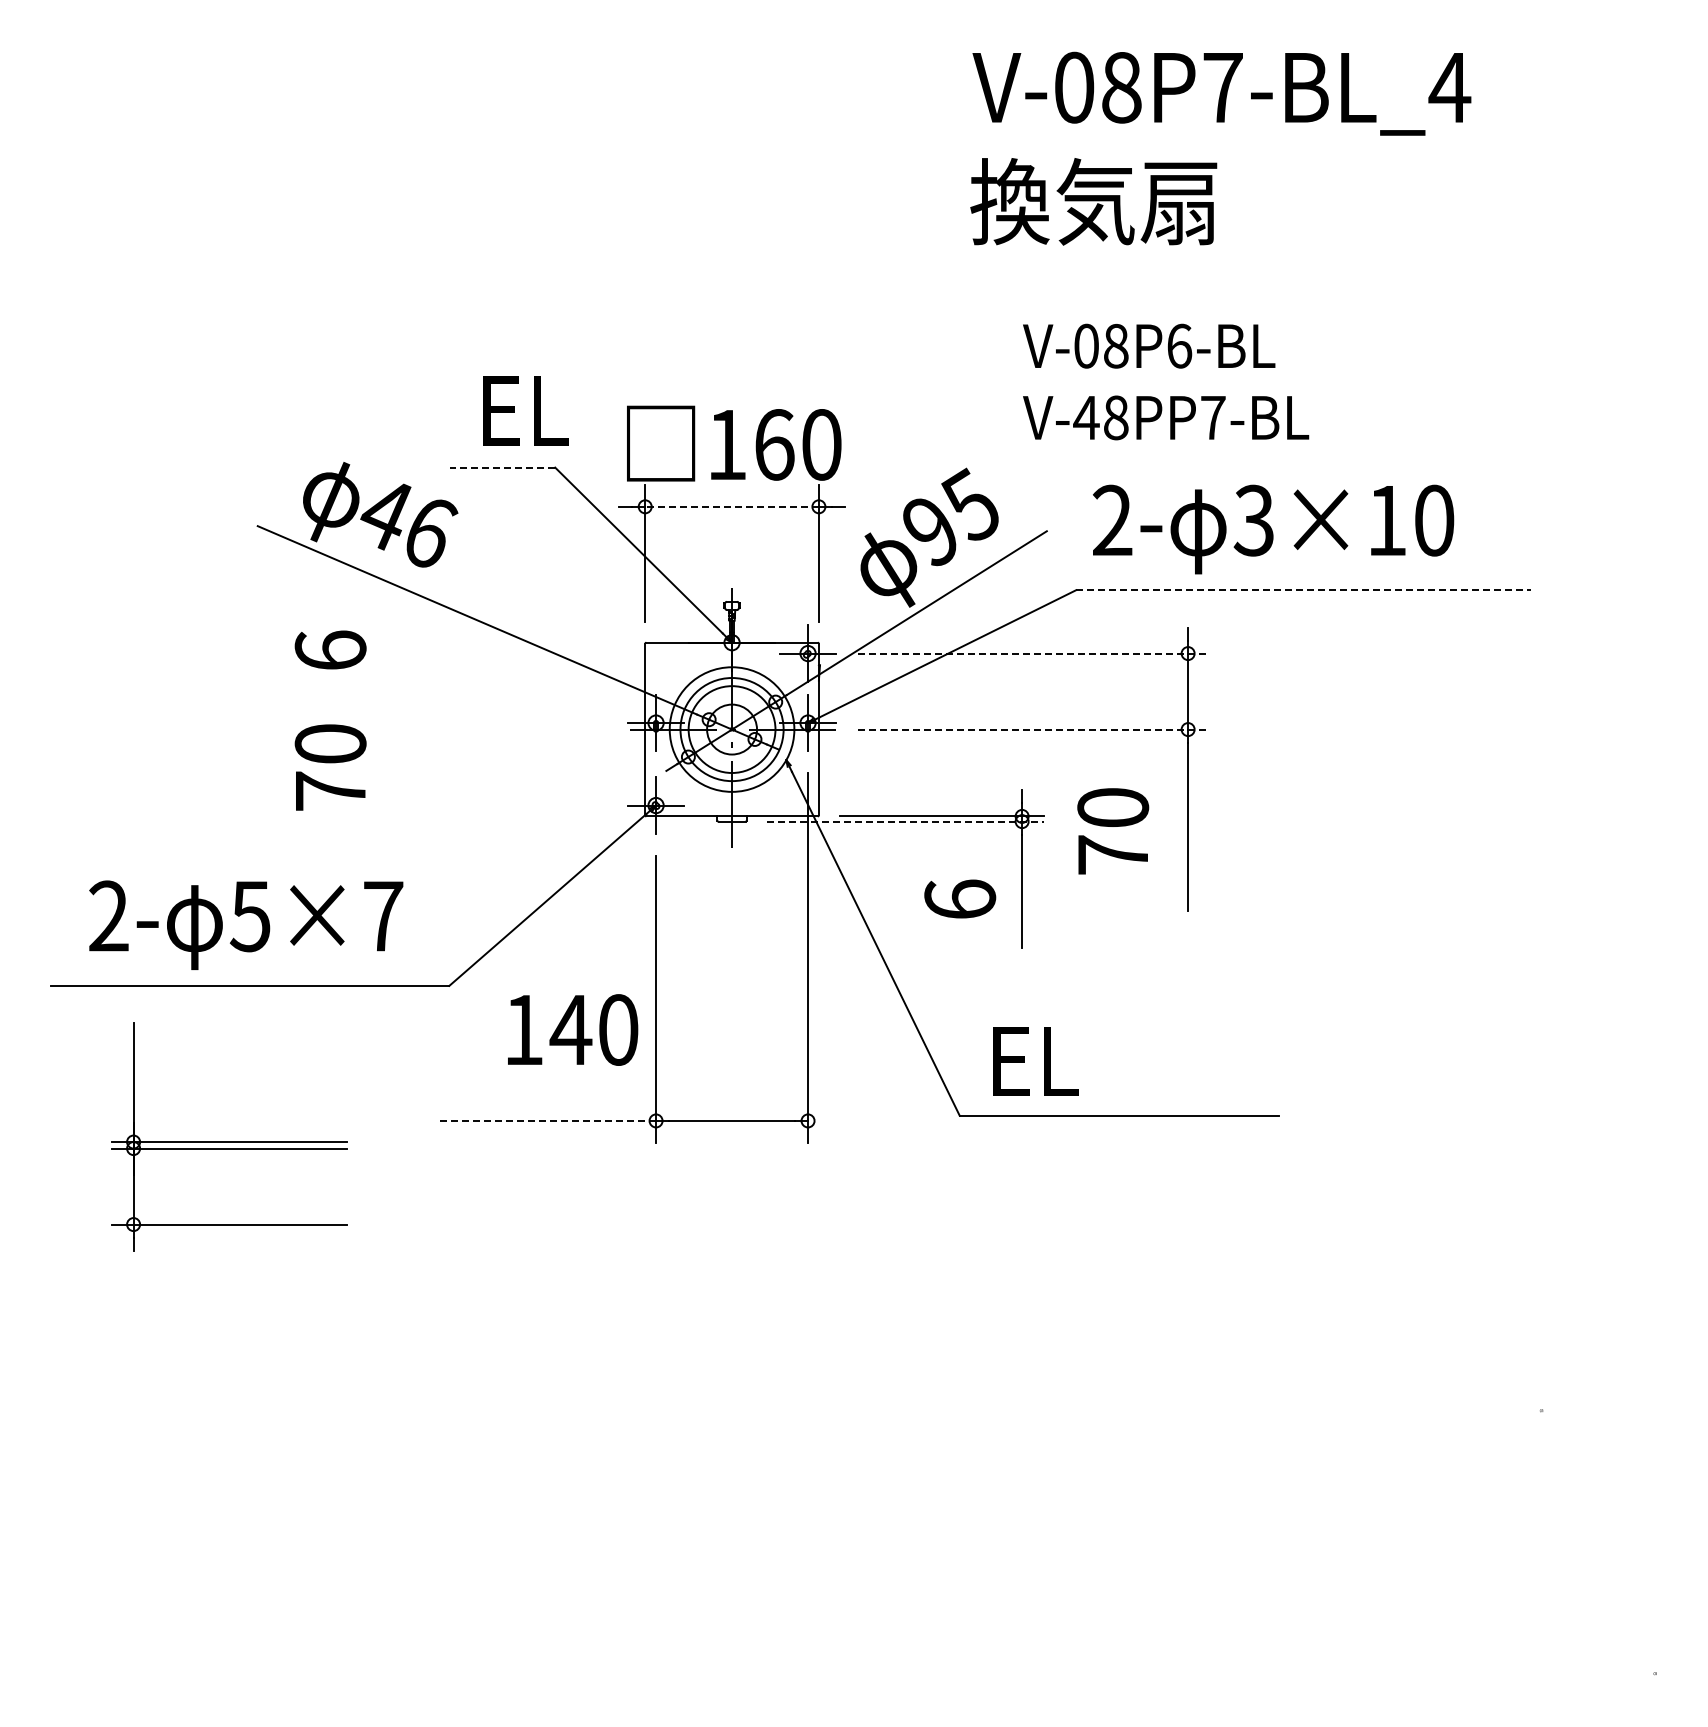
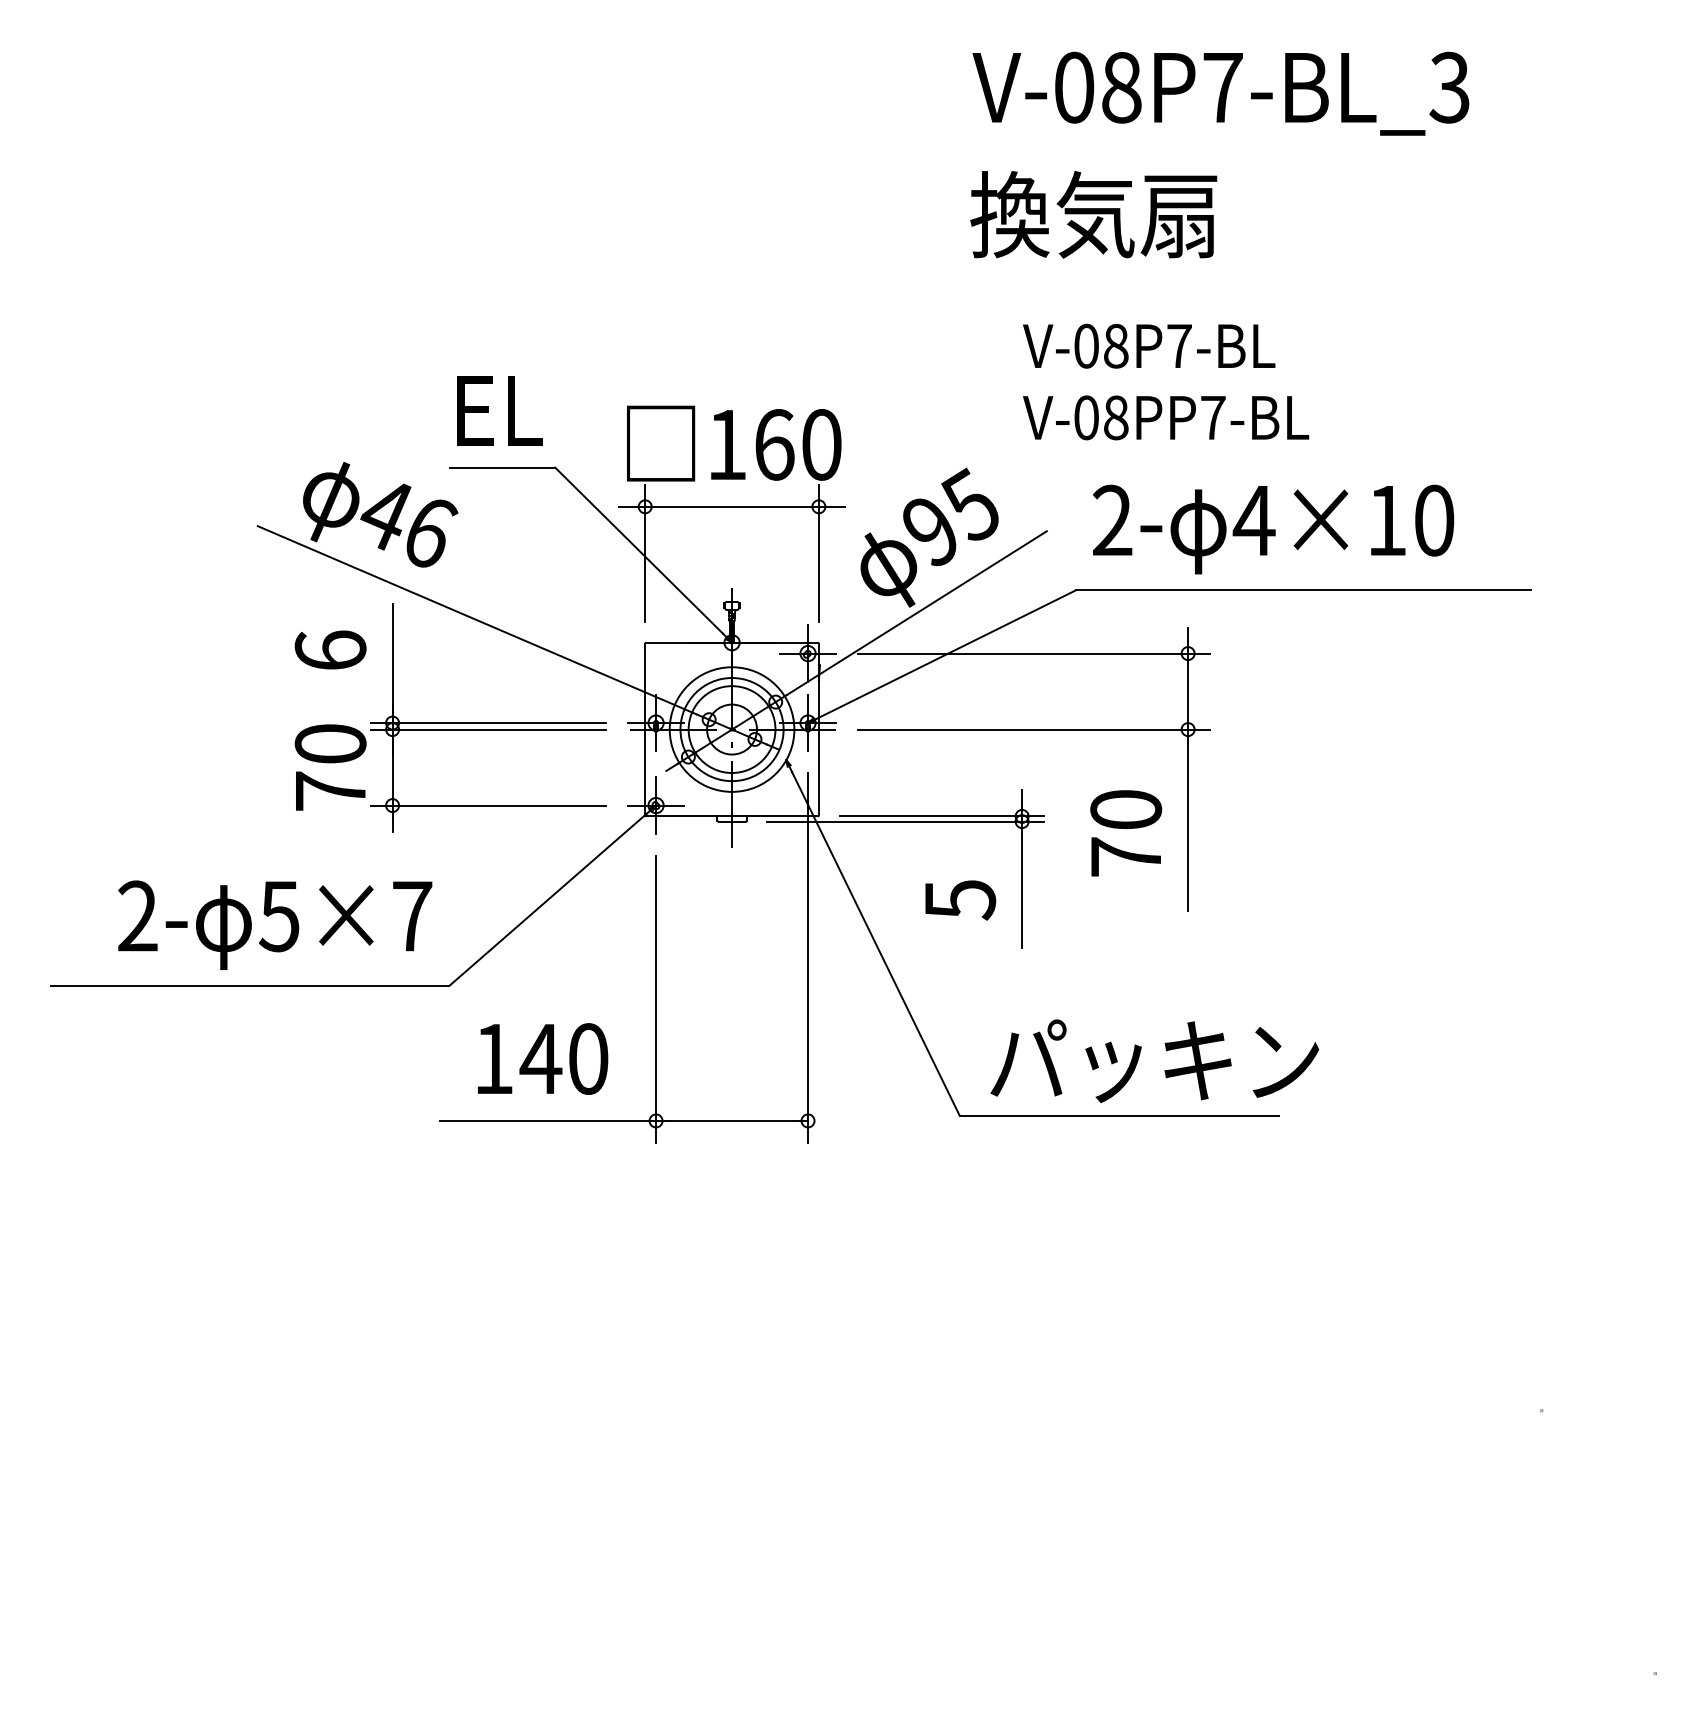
text at (1449, 87): V-08P7-BL_4 -> V-08P7-BL_3
text at (1093, 201) position: (1093, 201) -> (1093, 214)
text at (1179, 345): V-08P6-BL -> V-08P7-BL
text at (525, 410) position: (525, 410) -> (499, 410)
text at (1086, 417): V-48PP7-BL -> V-08PP7-BL
line at (502, 467): dashed -> solid
line at (732, 506): dashed -> solid
text at (1253, 520): 3×10 -> 4×10
line at (1303, 590): dashed -> solid
line at (1033, 653): dashed -> solid
line at (1033, 729): dashed -> solid
line at (906, 821): dashed -> solid
text at (1113, 831) position: (1113, 831) -> (1126, 833)
text at (960, 899): 6 -> 5
text at (246, 924) position: (246, 924) -> (275, 924)
text at (573, 1029) position: (573, 1029) -> (543, 1058)
text at (1154, 1060): EL -> パッキン
line at (547, 1120): dashed -> solid
part at (229, 1136) position: (229, 1136) -> (488, 717)
